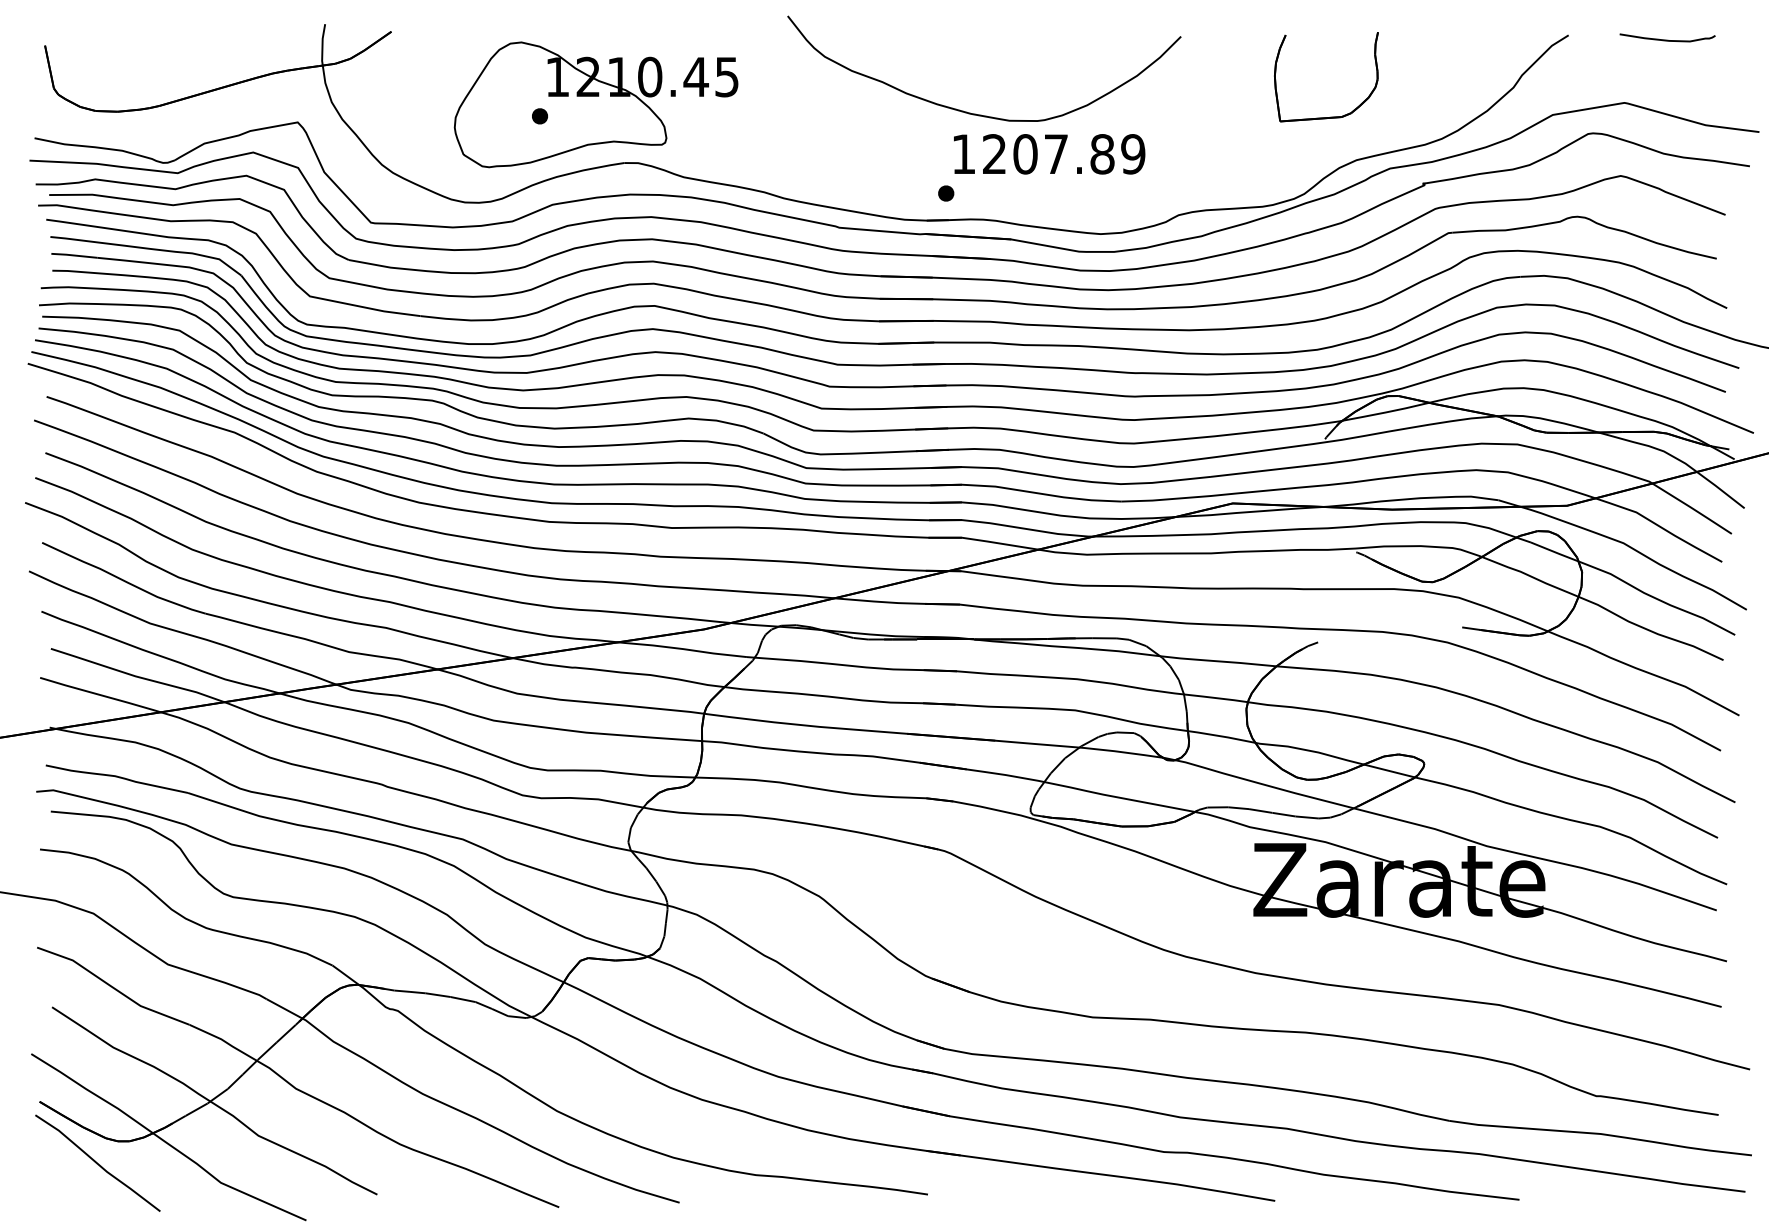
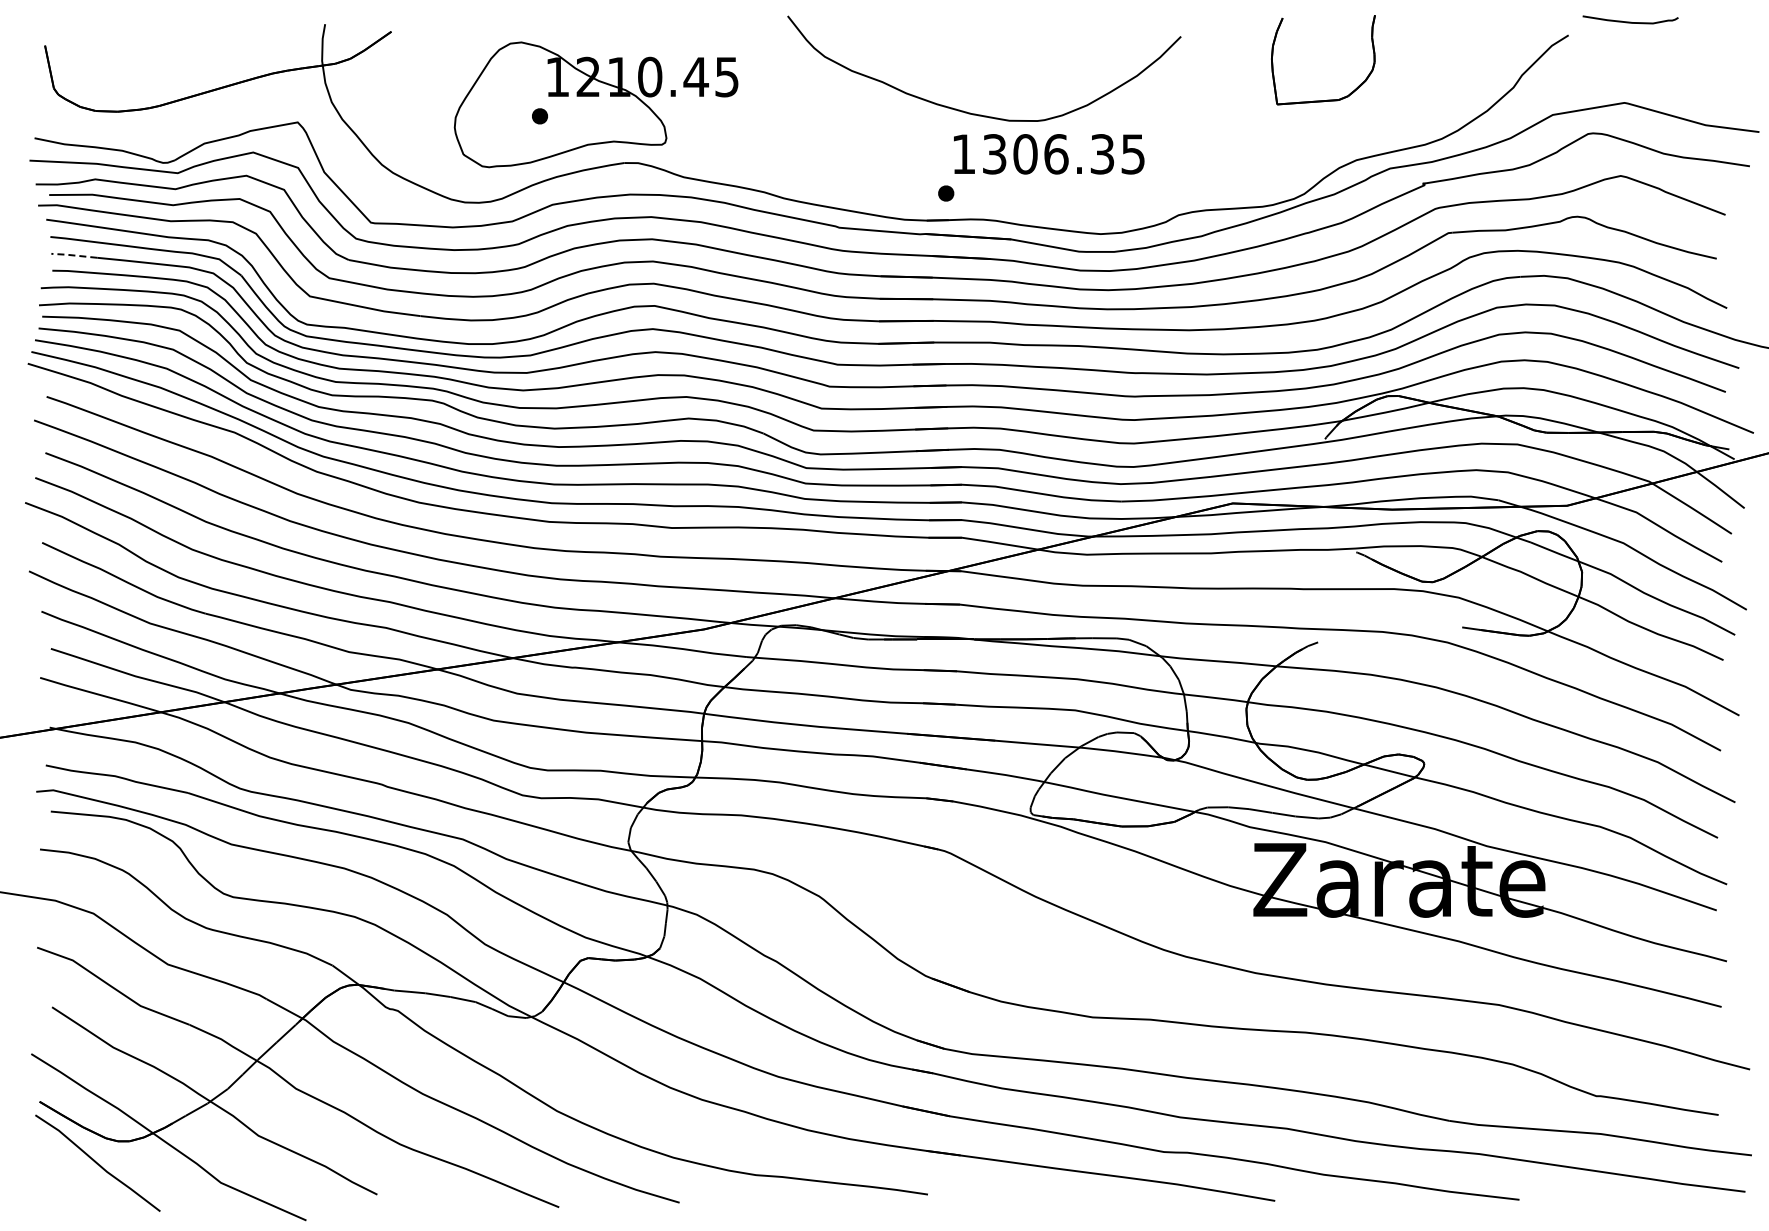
curve at (1667, 39) position: (1667, 39) -> (1630, 21)
part at (1330, 116) position: (1330, 116) -> (1327, 99)
text at (1064, 154): 1207.89 -> 1306.35
line at (73, 255): solid -> dashed
